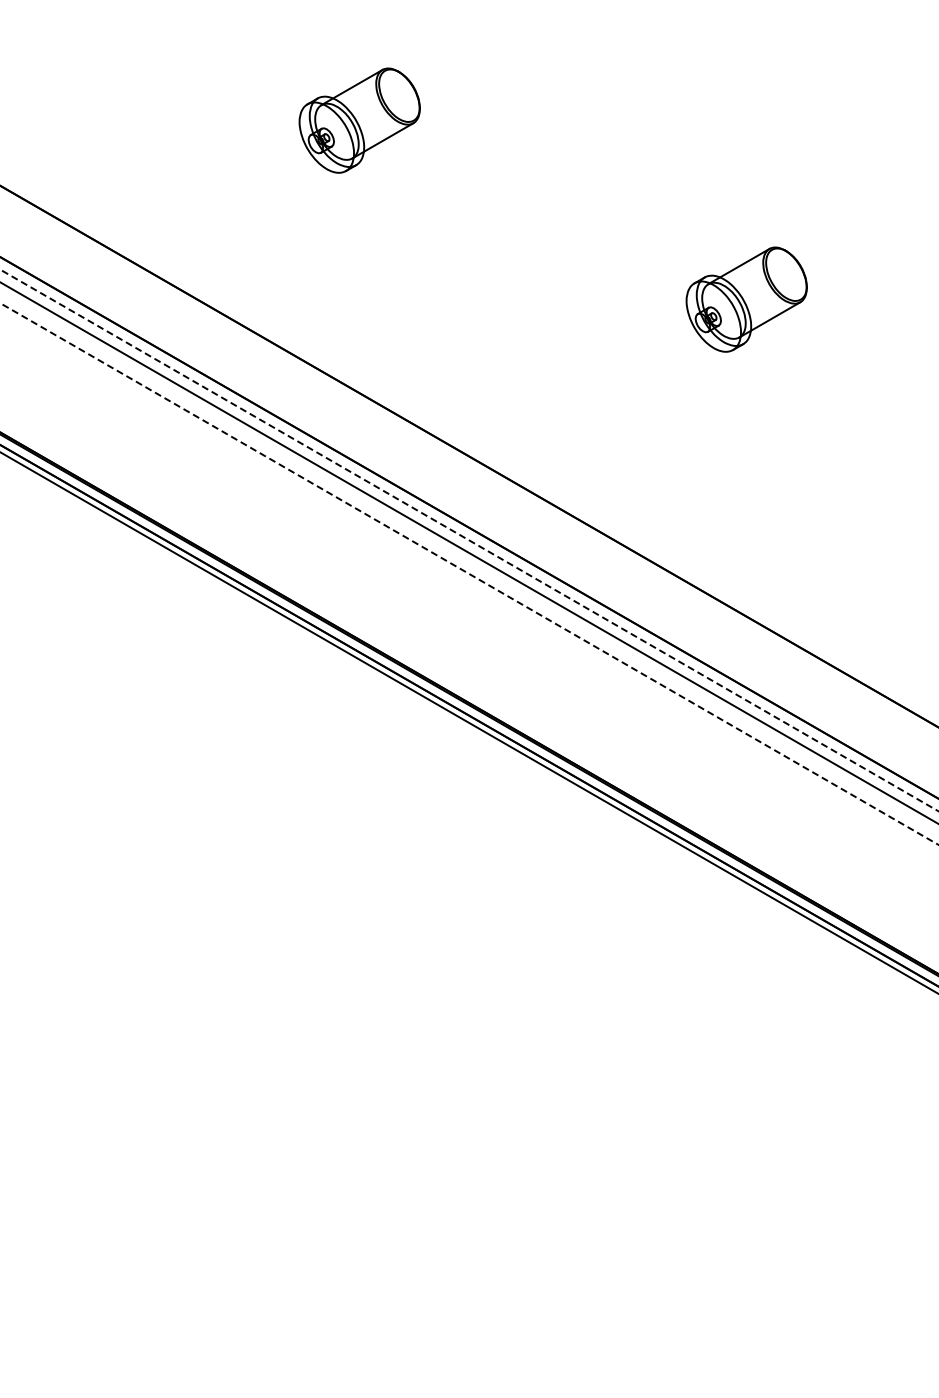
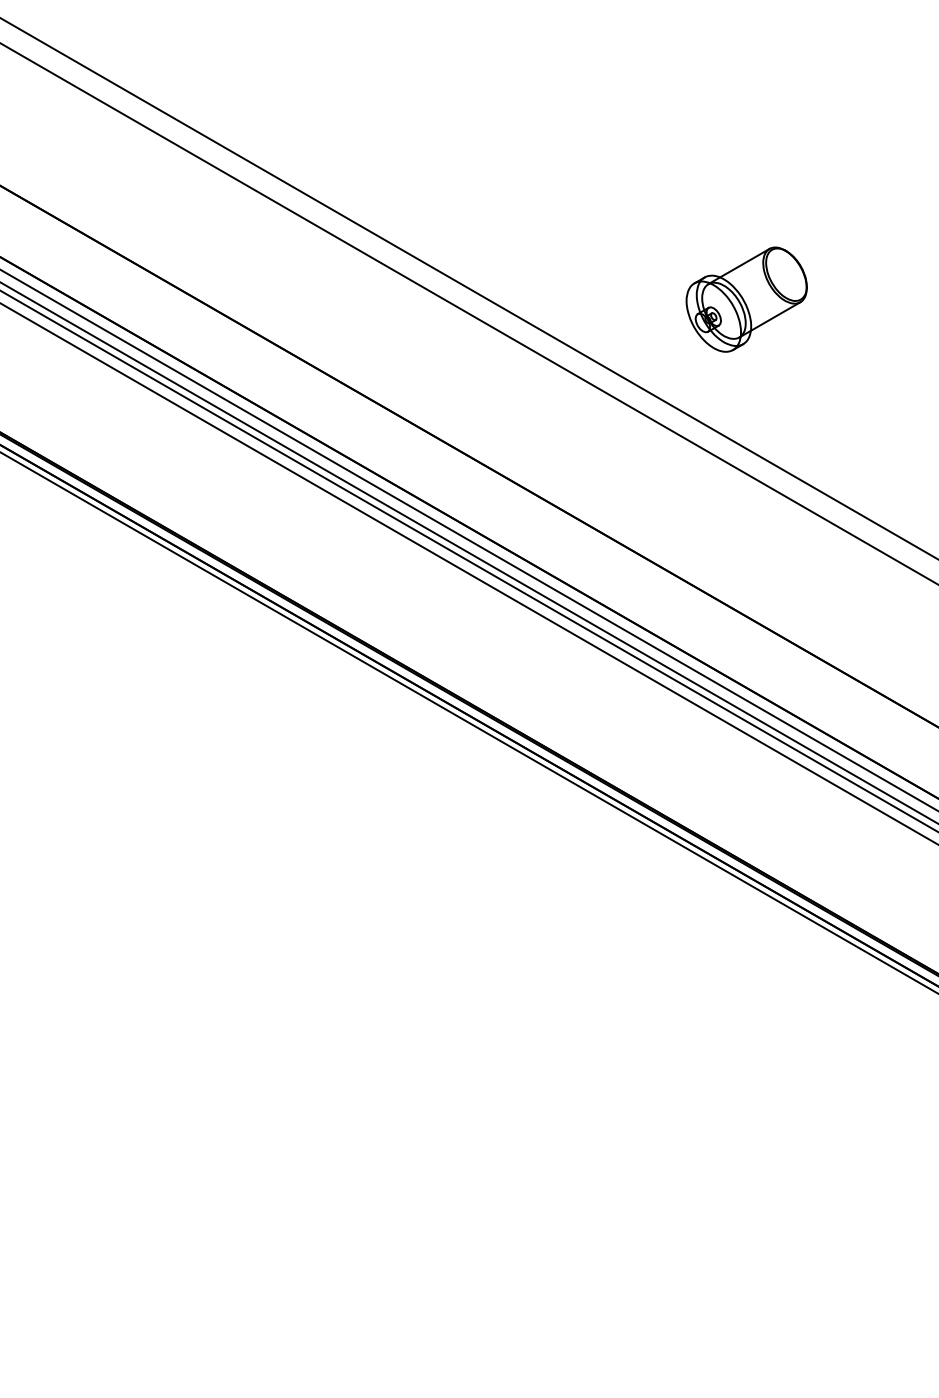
part at (359, 120): present -> none
line at (468, 288): none -> present
line at (468, 313): none -> present
line at (469, 540): dashed -> solid
line at (468, 561): none -> present
line at (469, 574): dashed -> solid
